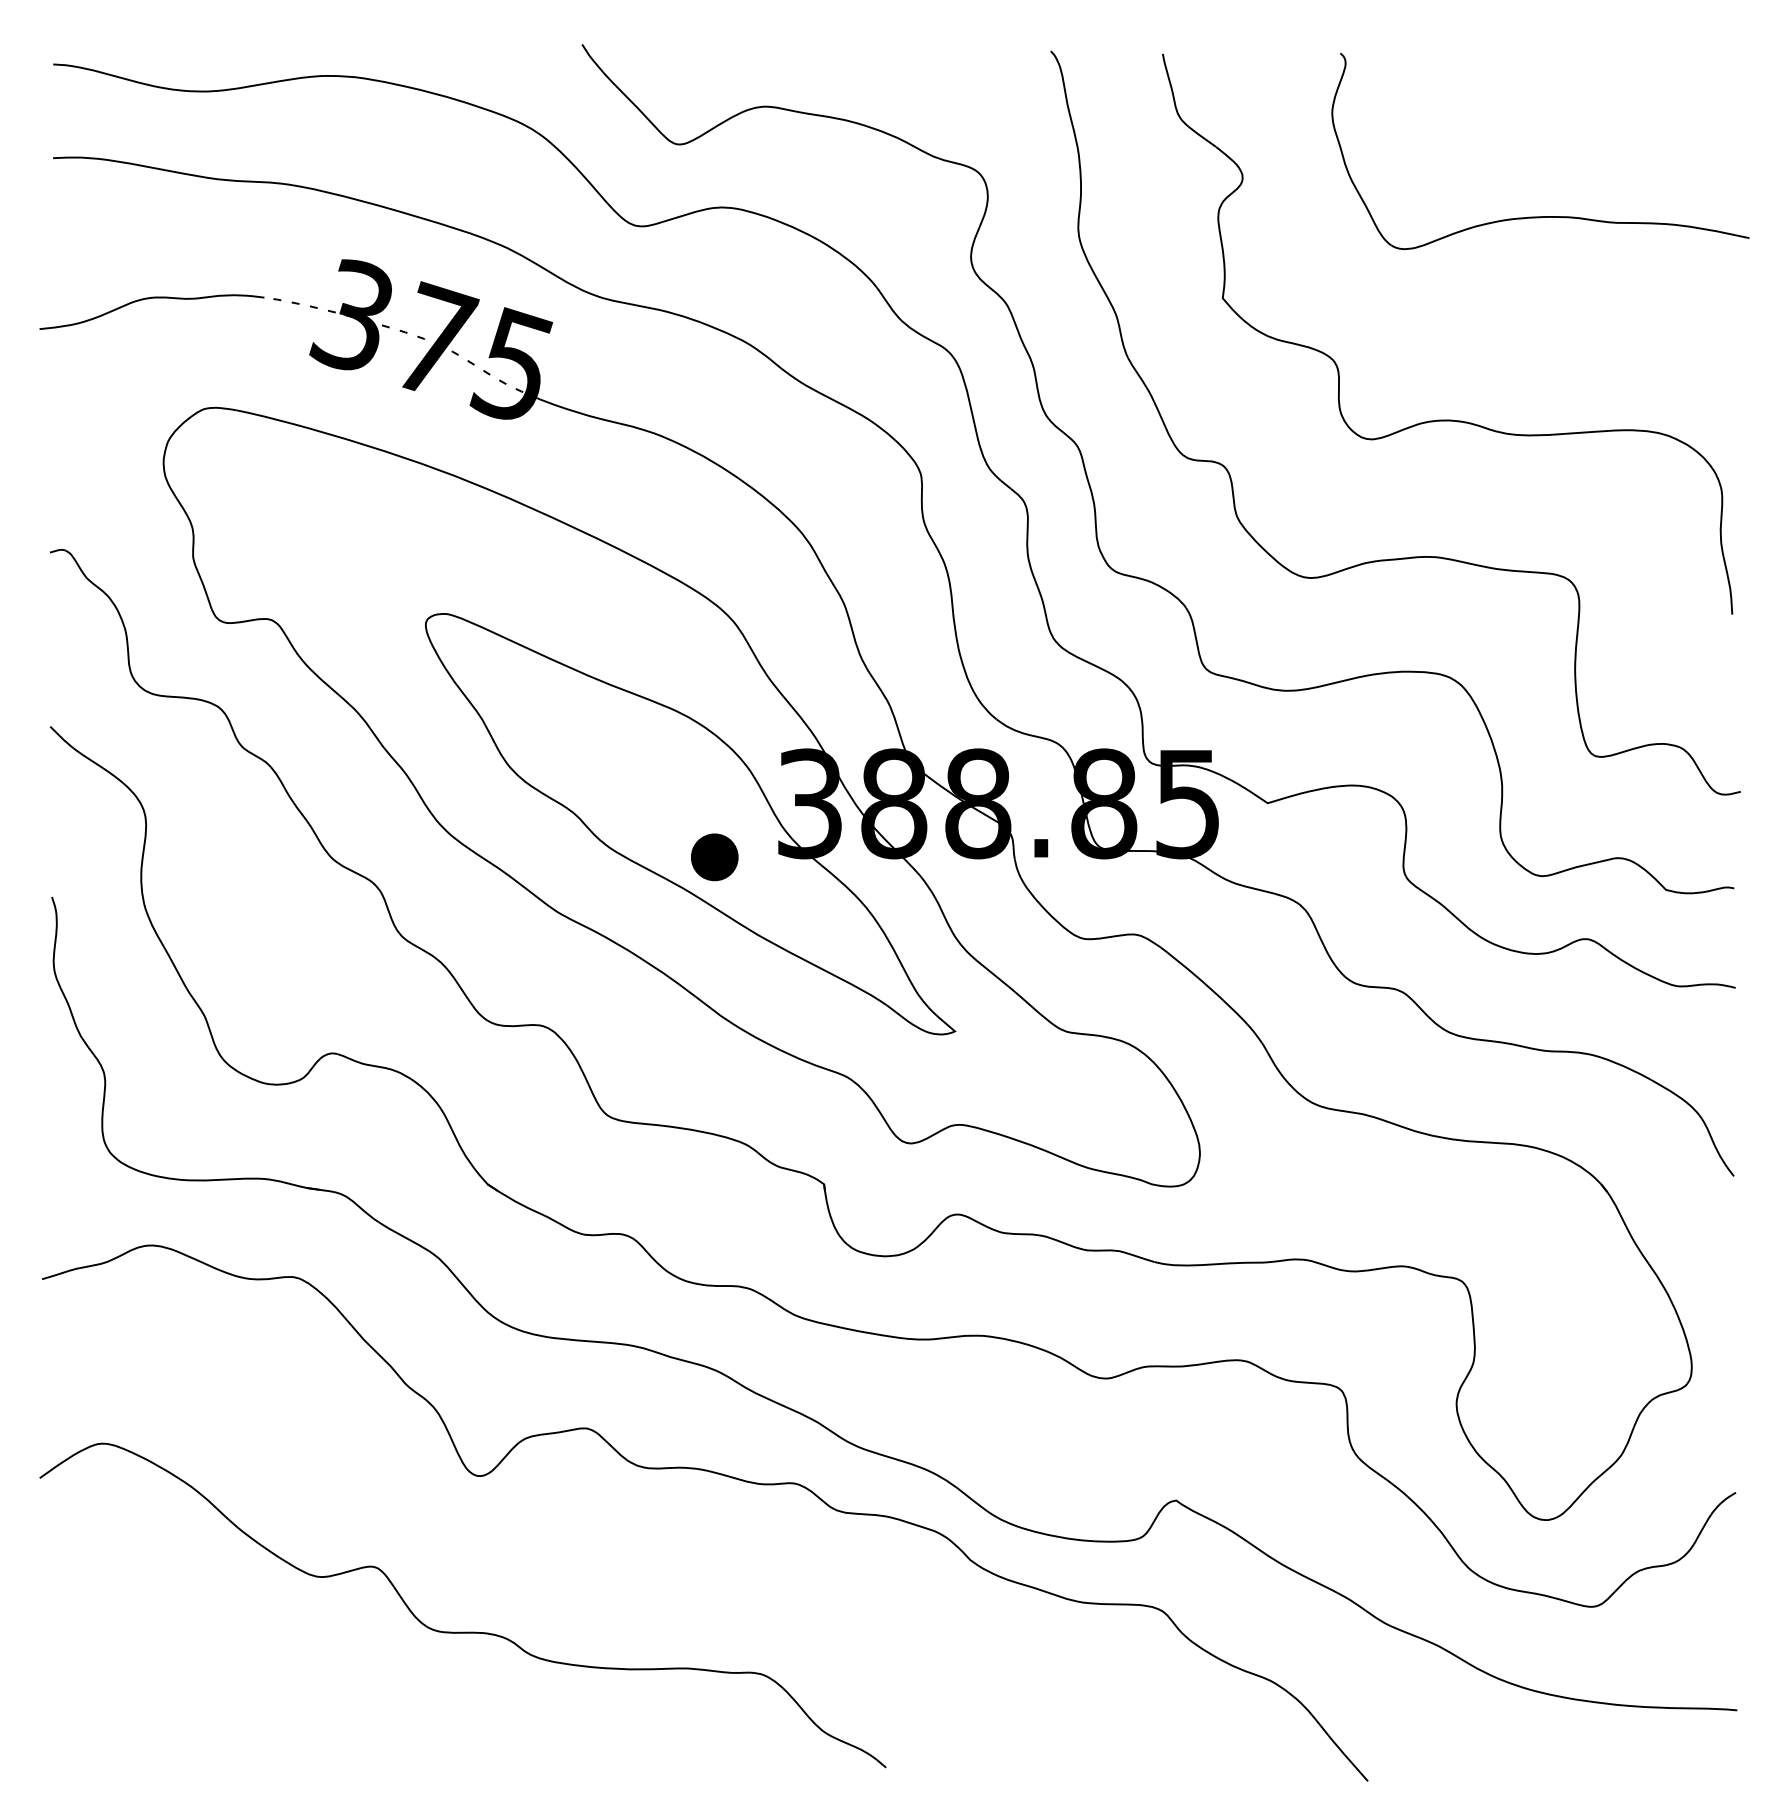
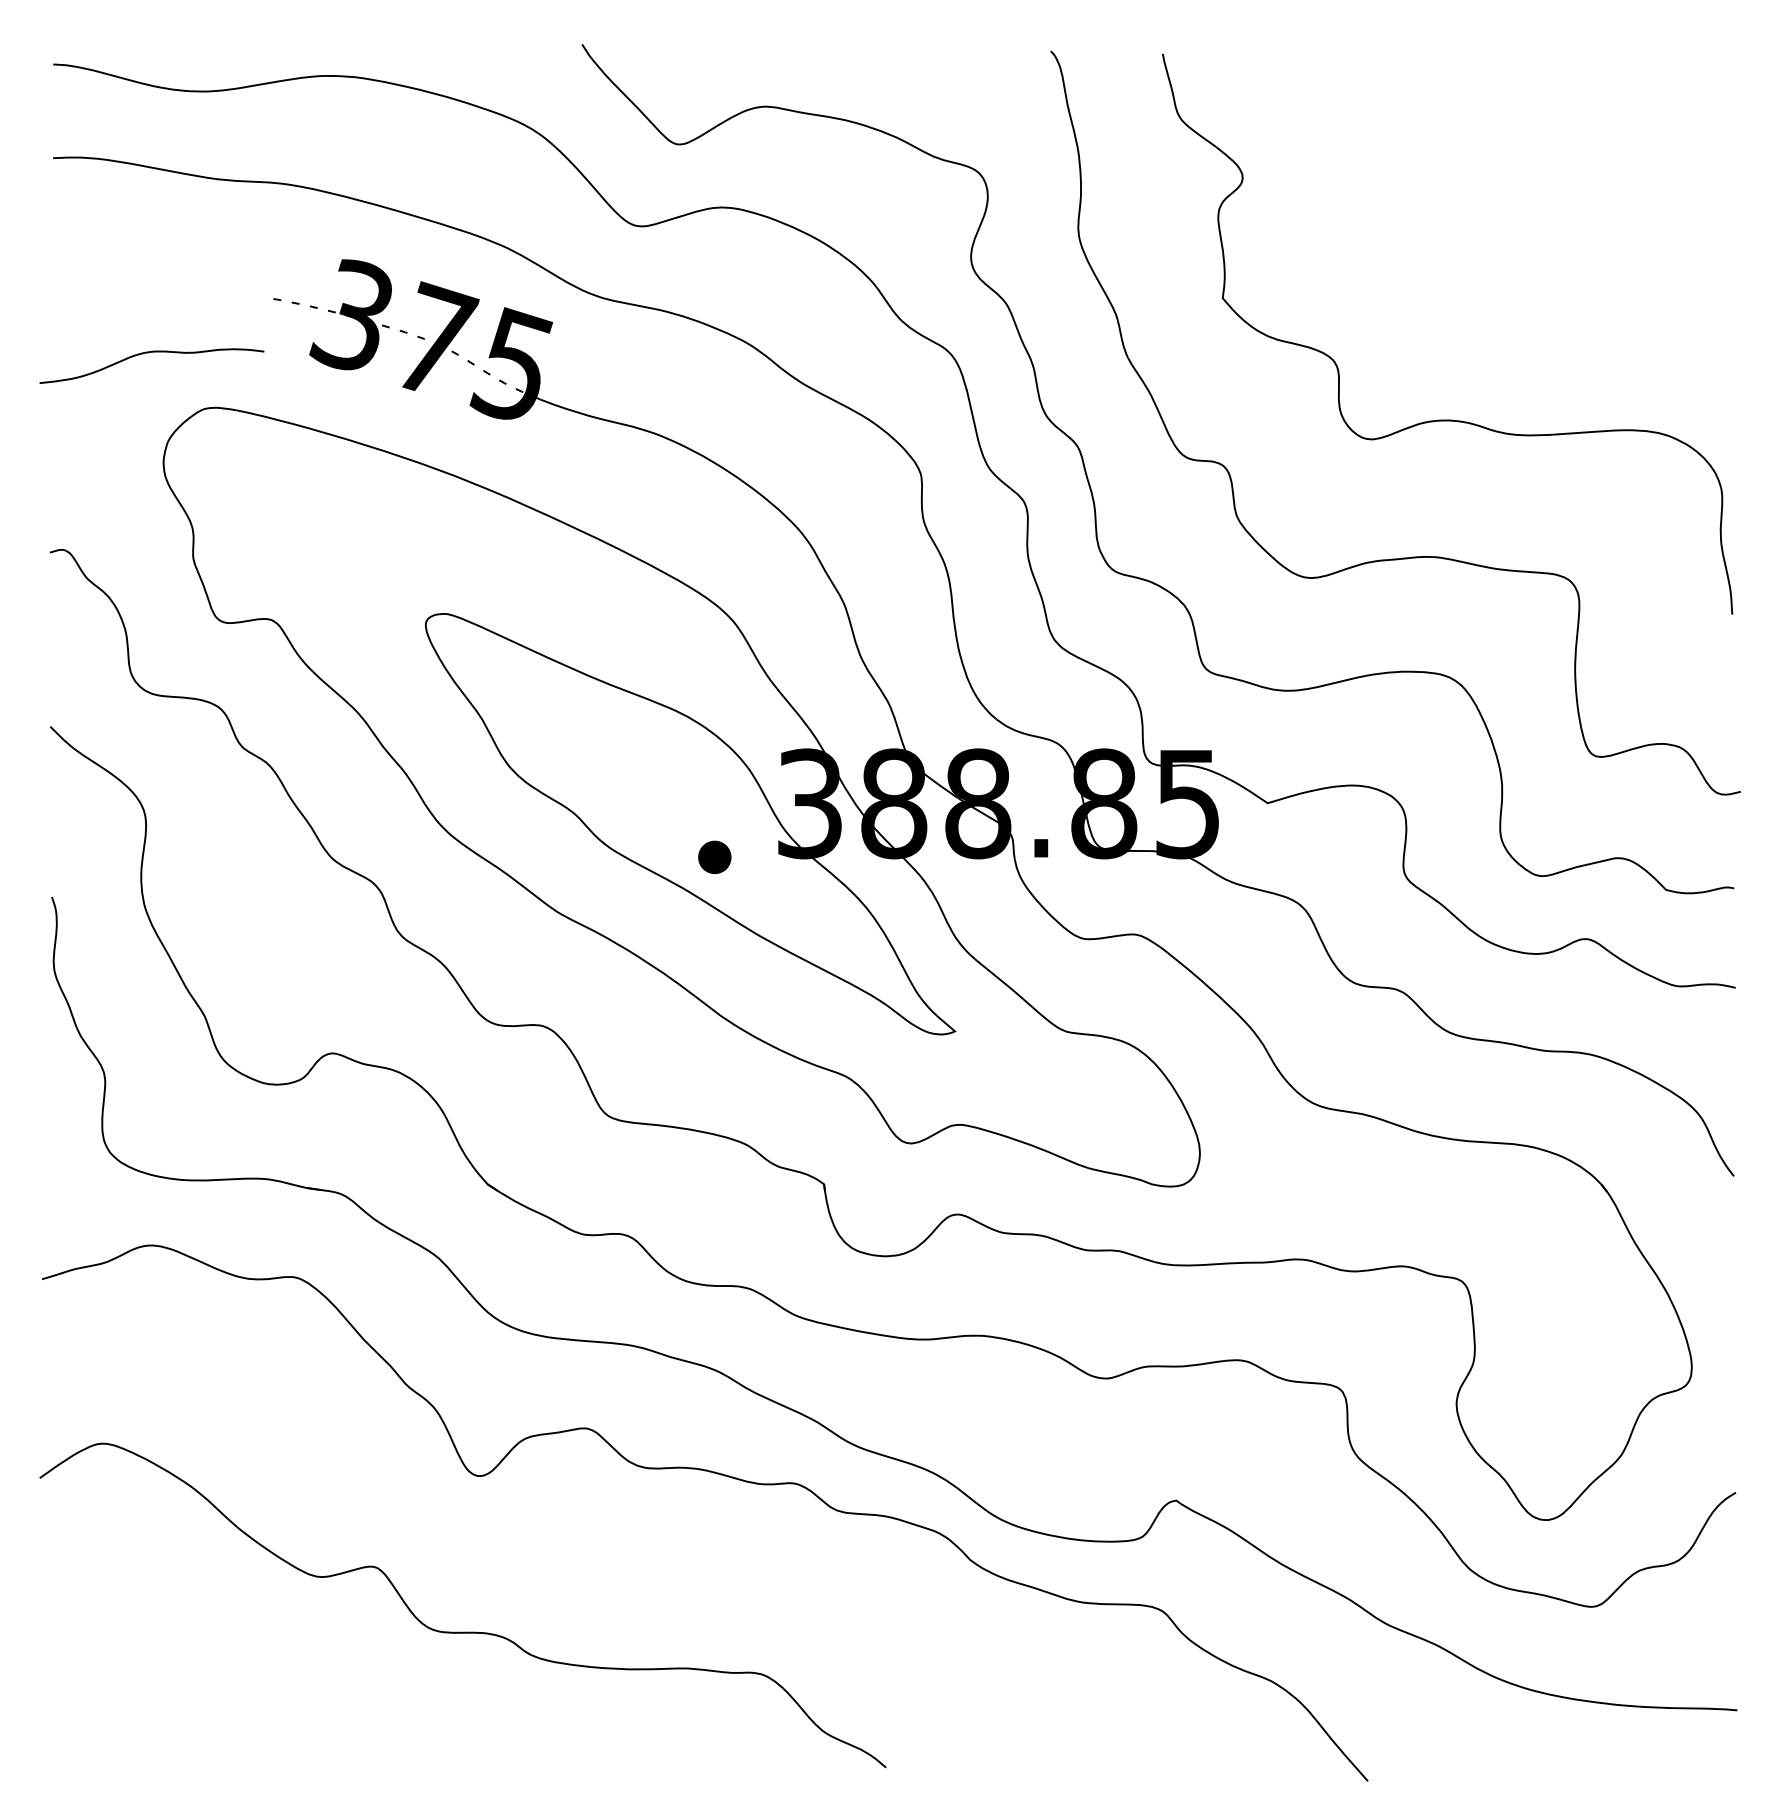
part at (1540, 216): present -> none
curve at (148, 299) position: (148, 299) -> (148, 353)
part at (714, 857) size: 48x49 px -> 34x34 px
